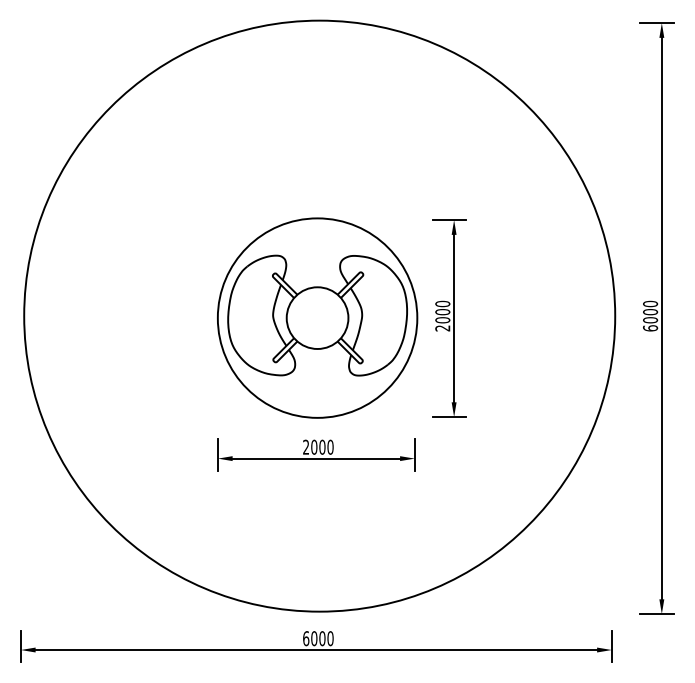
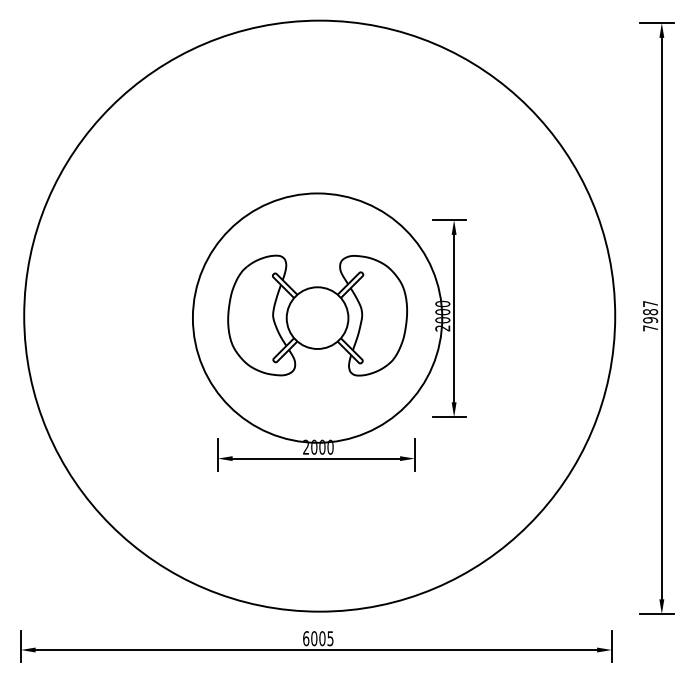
text at (650, 315): 6000 -> 7987
circle at (317, 317) diameter: 199 px -> 249 px
text at (330, 638): 6000 -> 6005
